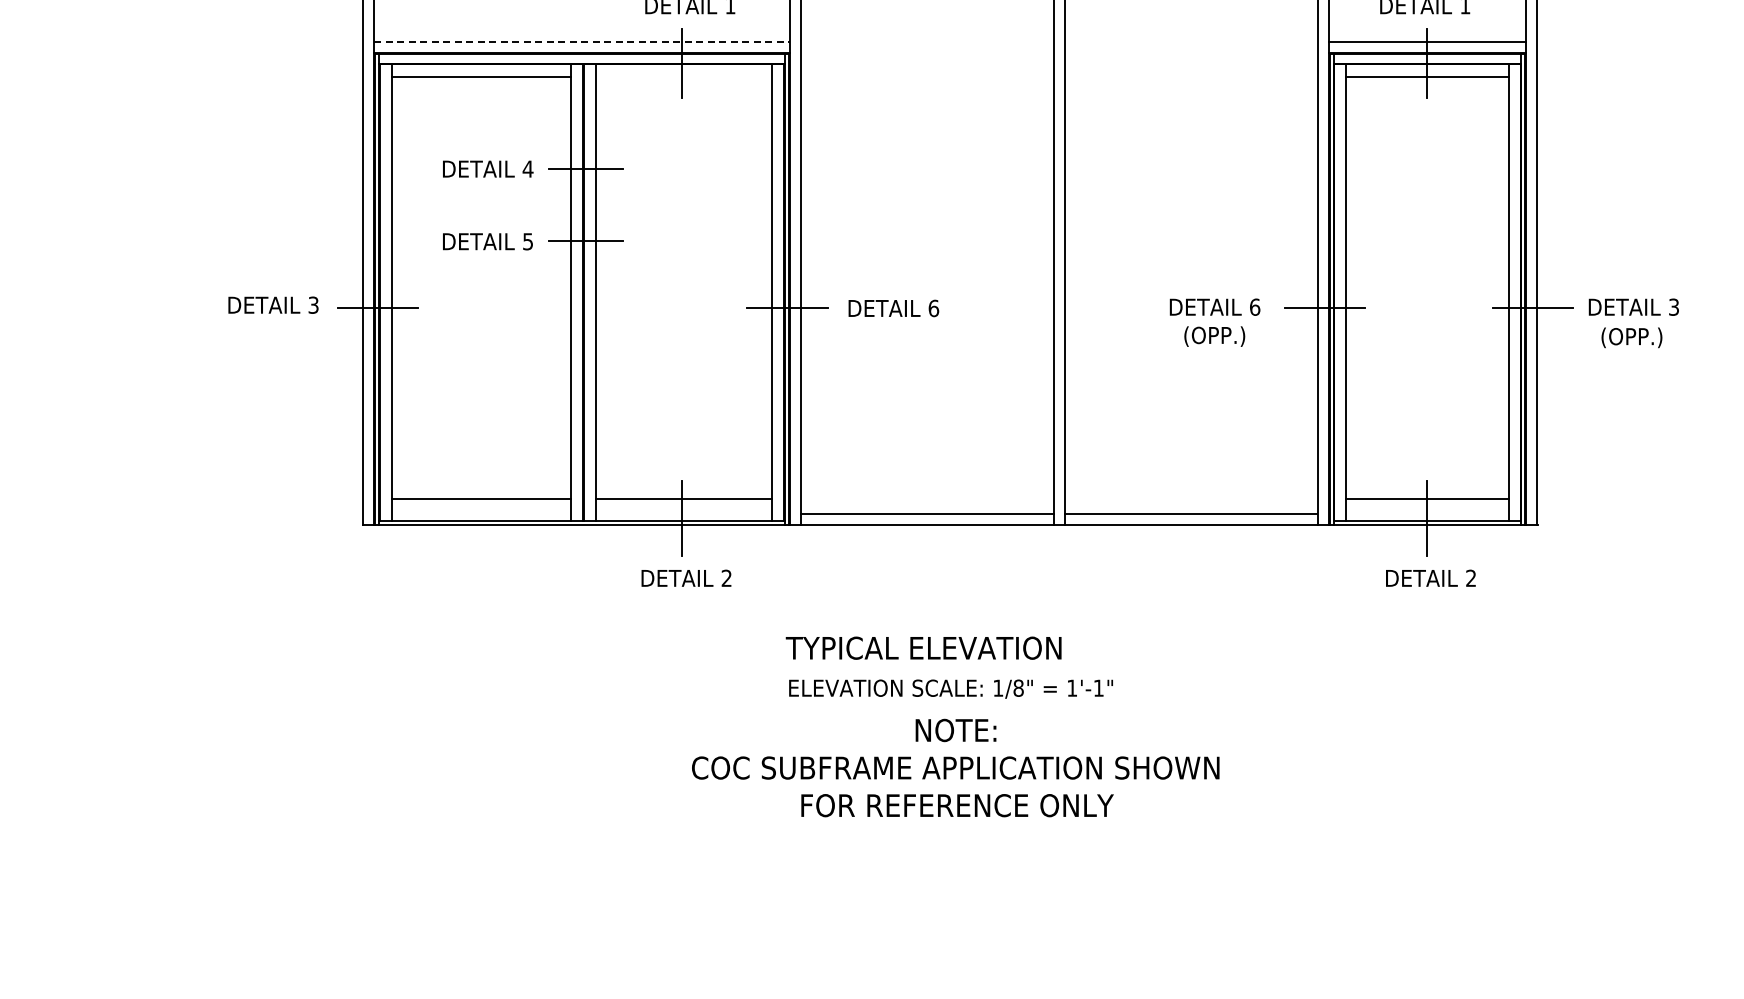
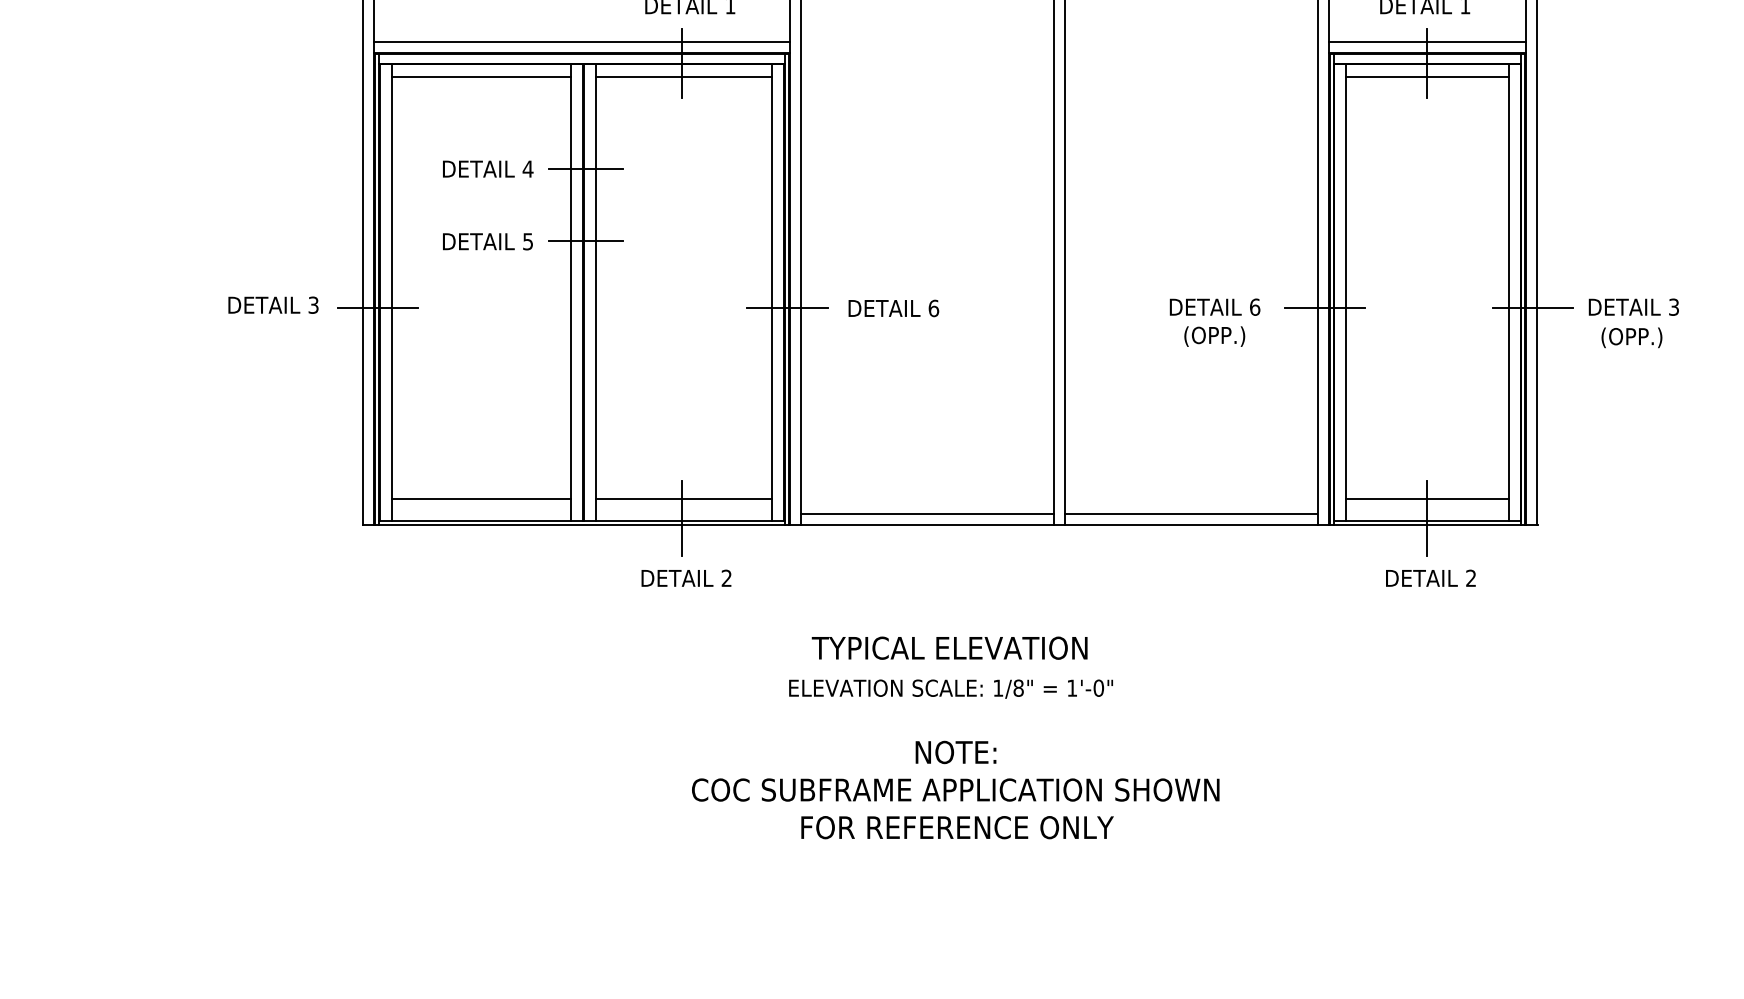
line at (581, 41): dashed -> solid
line at (683, 76): none -> present
text at (923, 647) position: (923, 647) -> (949, 647)
text at (1098, 687): 1'-1" -> 1'-0"
text at (955, 767) position: (955, 767) -> (955, 789)
